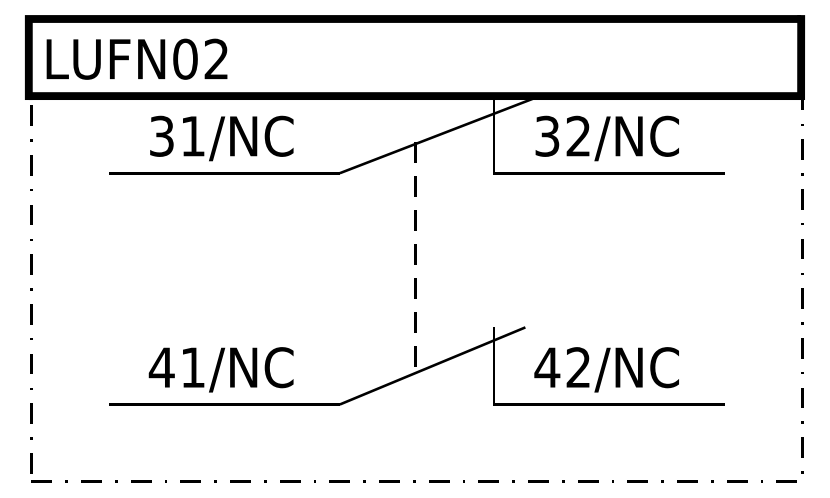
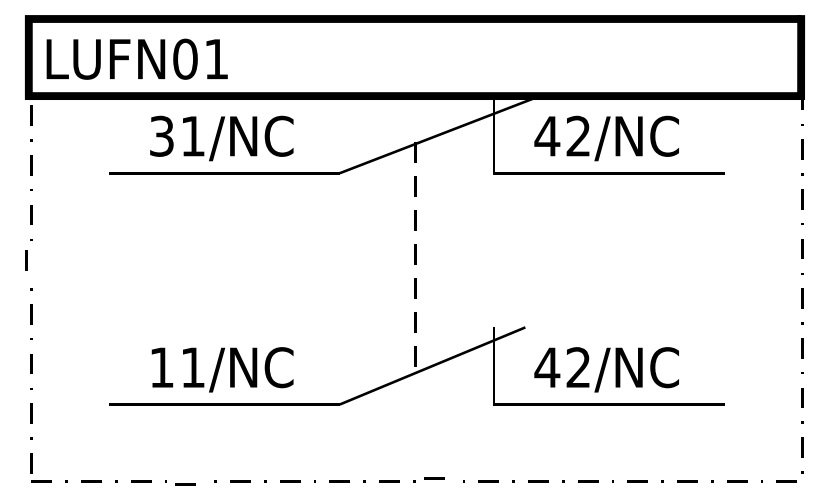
text at (215, 58): LUFN02 -> LUFN01
text at (547, 135): 32/NC -> 42/NC
line at (31, 264) position: (31, 264) -> (26, 260)
text at (161, 367): 41/NC -> 11/NC
line at (190, 481) position: (190, 481) -> (185, 484)
line at (439, 481) position: (439, 481) -> (434, 478)
